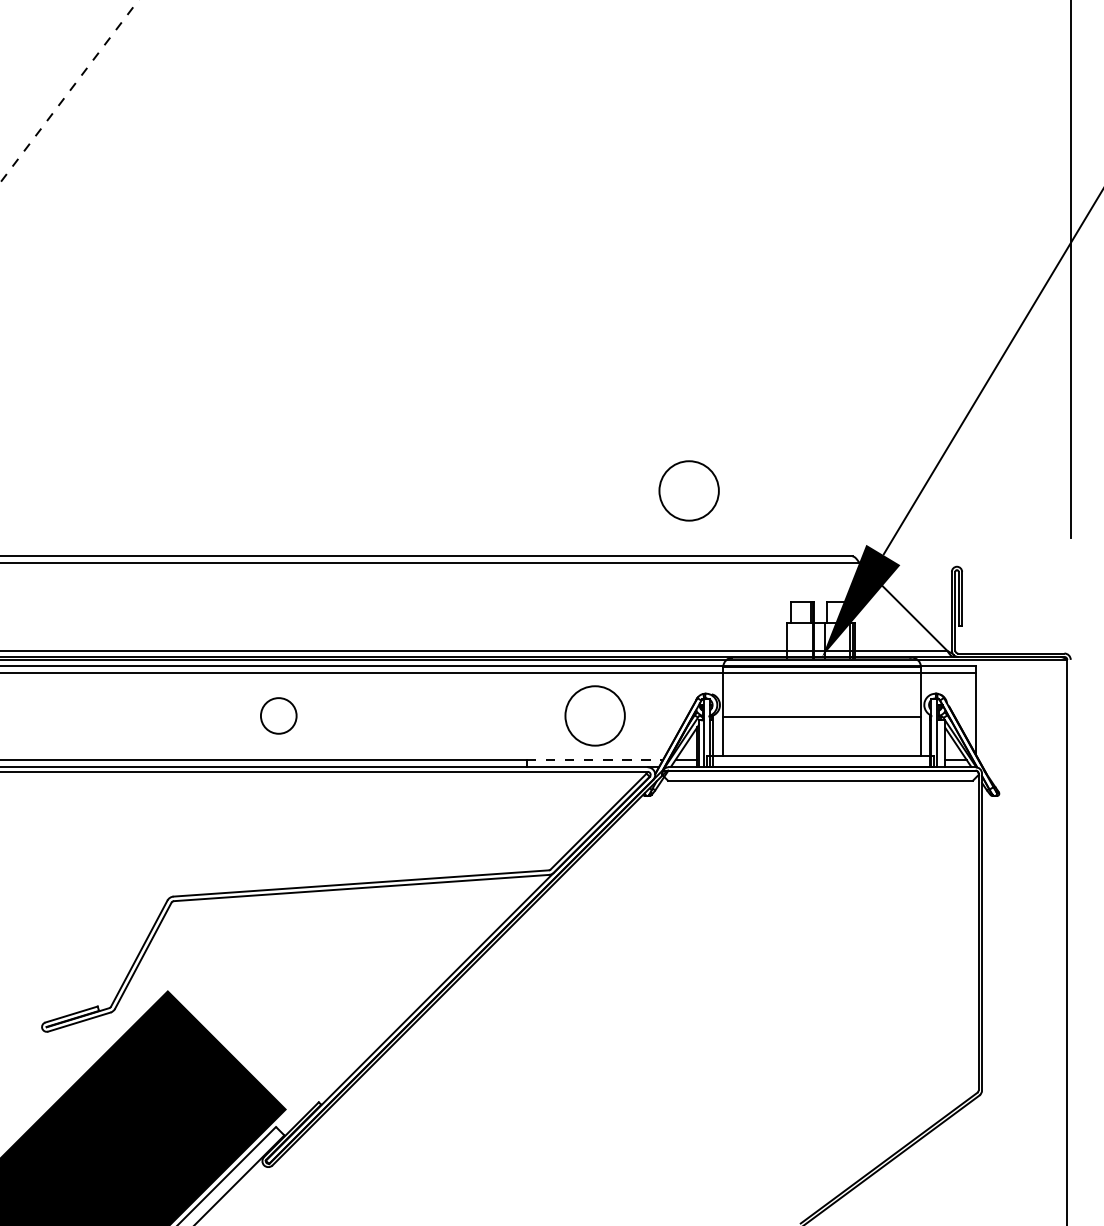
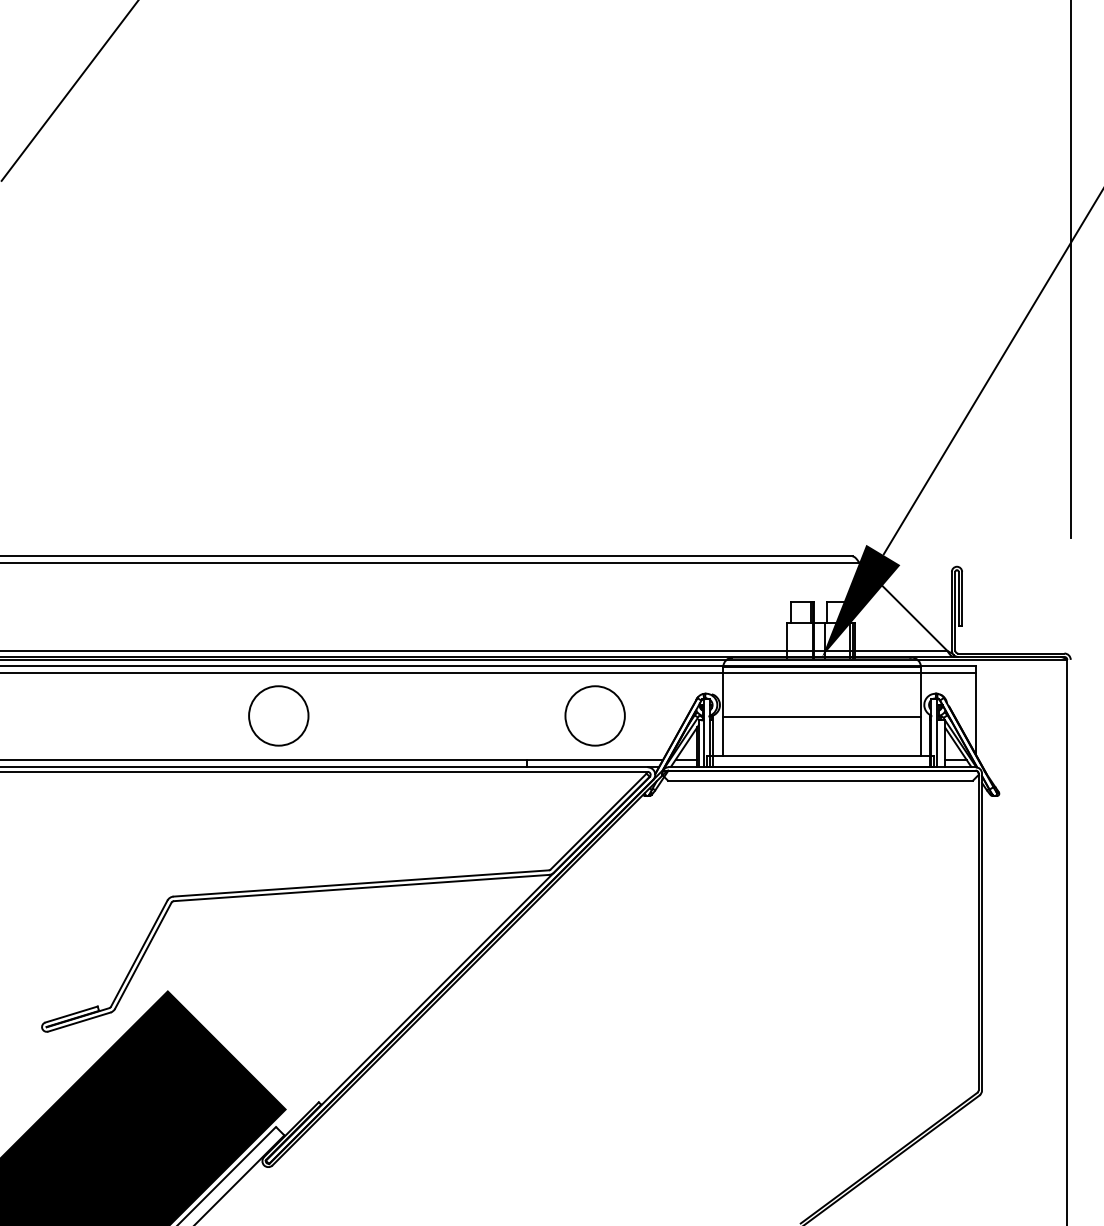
line at (69, 90): dashed -> solid
circle at (688, 490): present -> none
circle at (278, 715) diameter: 36 px -> 59 px
line at (595, 760): dashed -> solid
